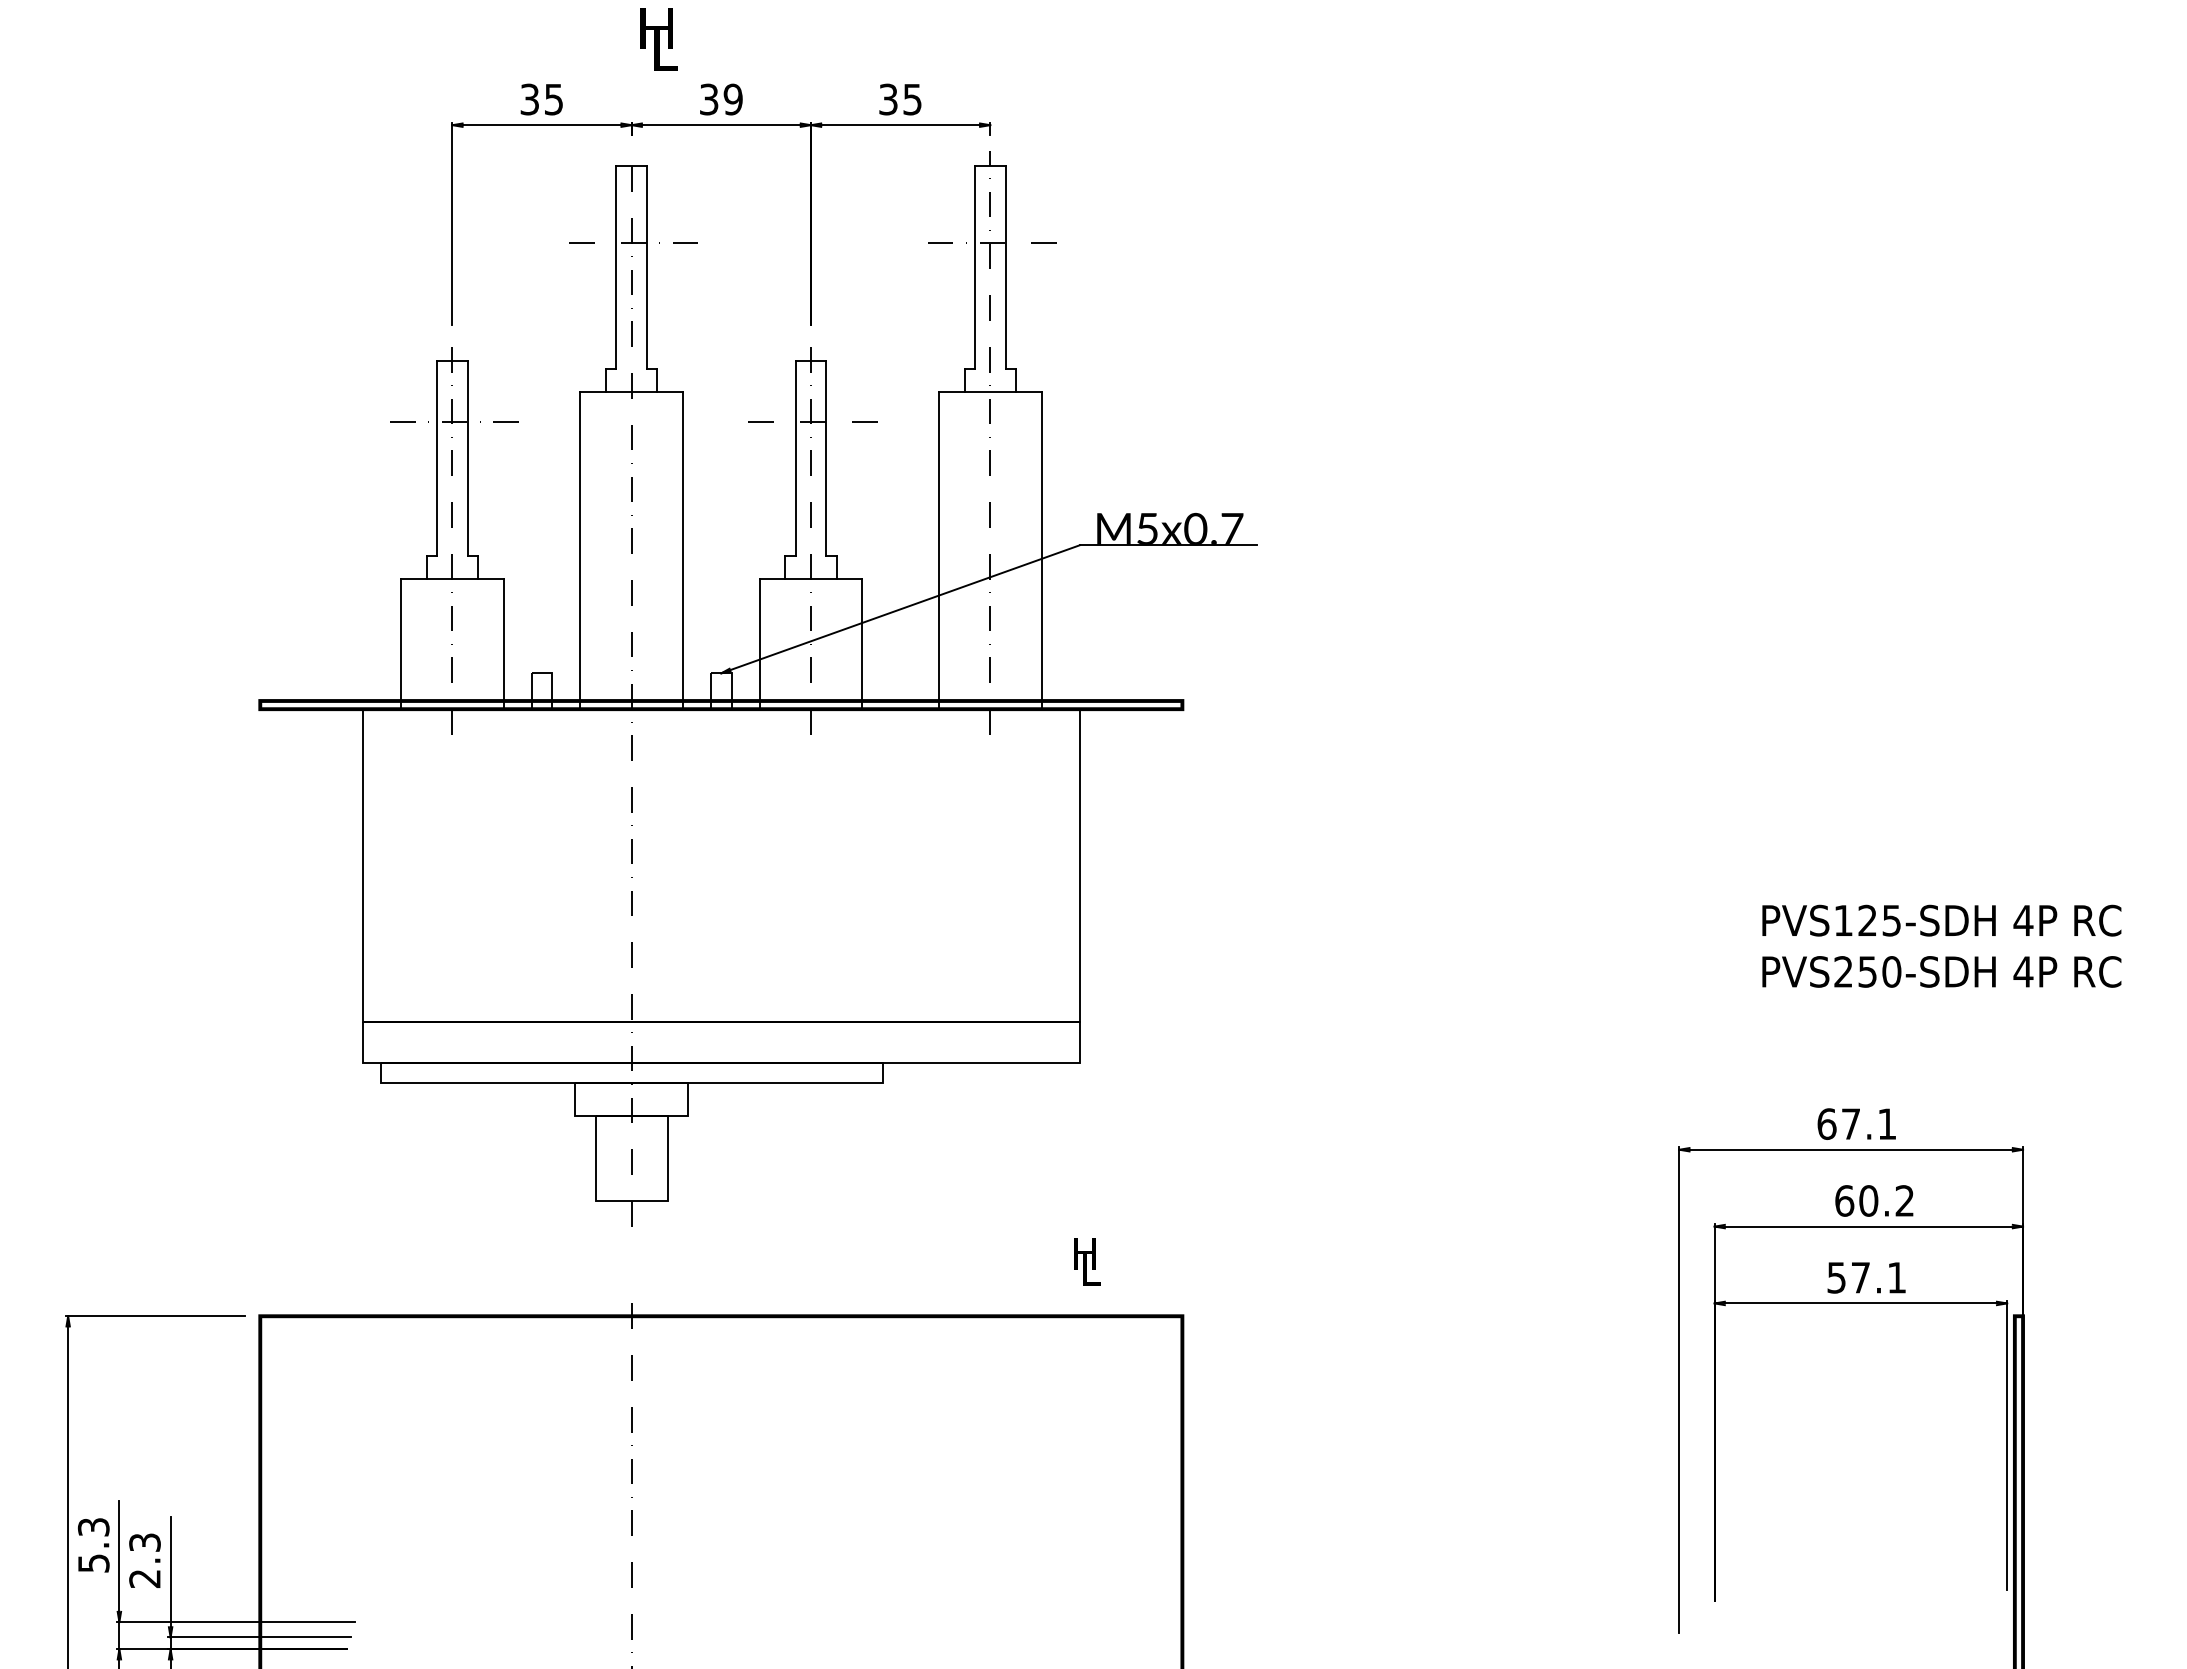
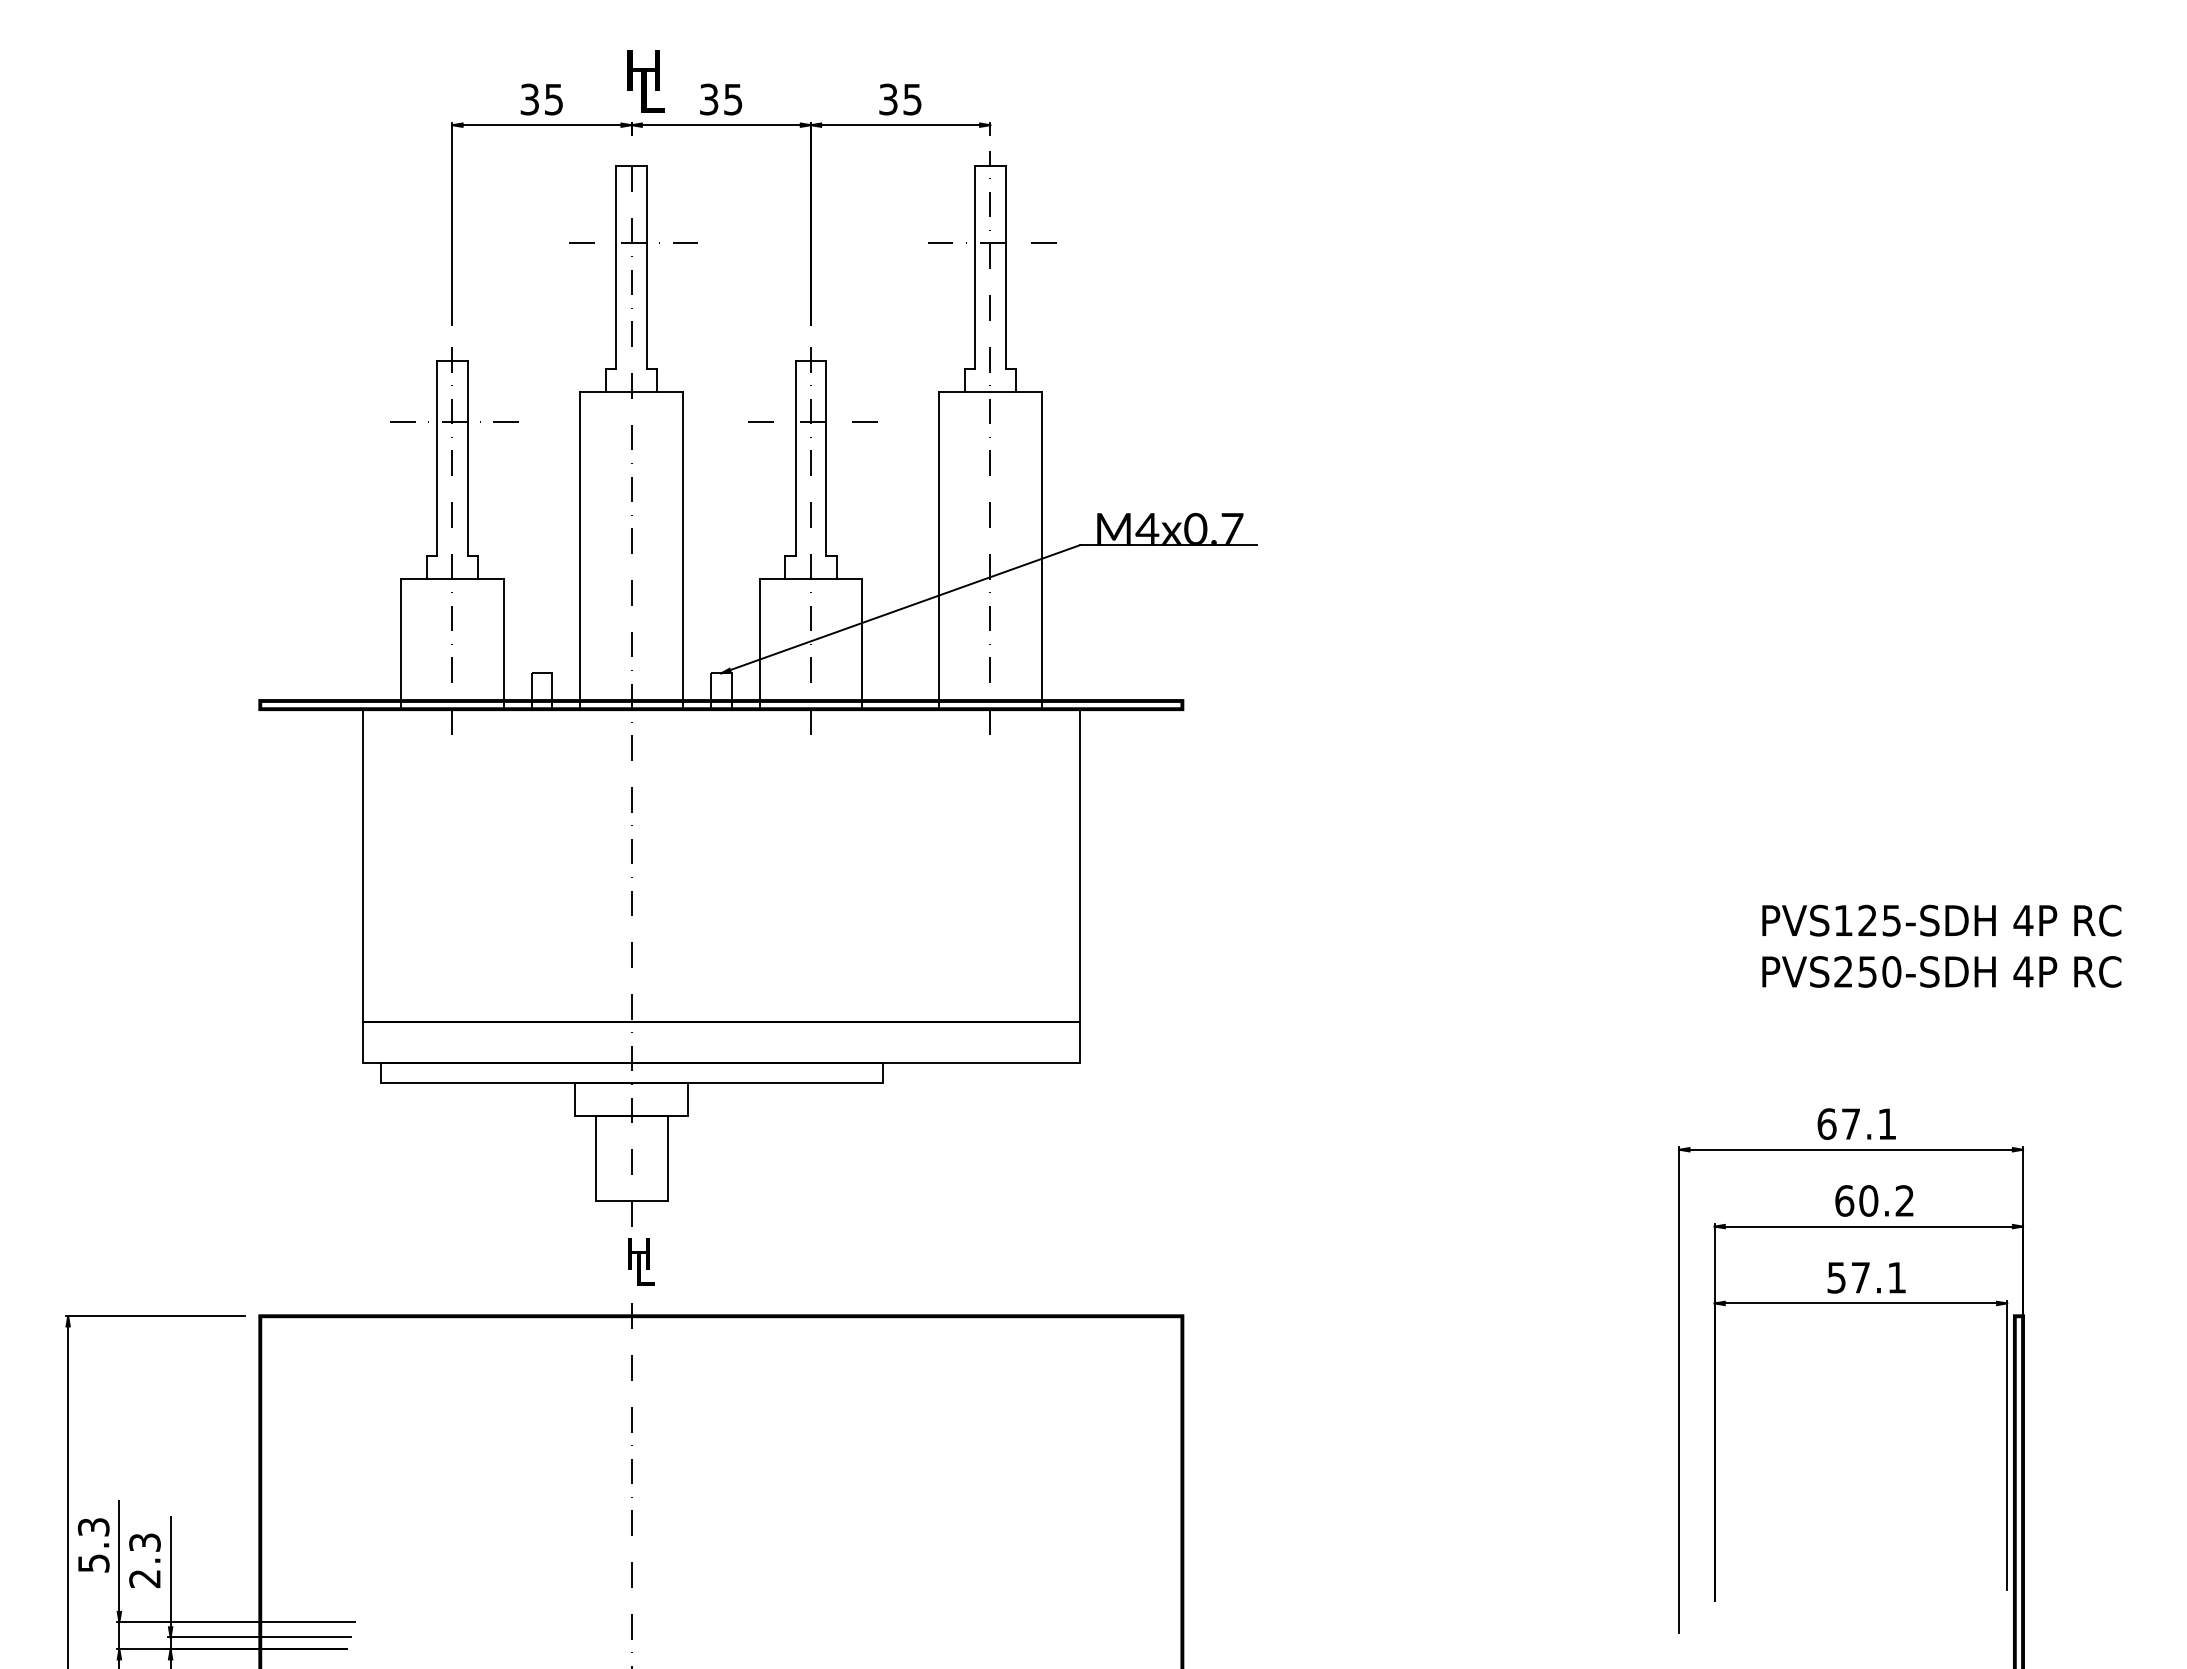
text at (658, 39) position: (658, 39) -> (645, 81)
text at (732, 99): 39 -> 35
text at (1147, 528): M5x0.7 -> M4x0.7
text at (1087, 1261) position: (1087, 1261) -> (641, 1261)
